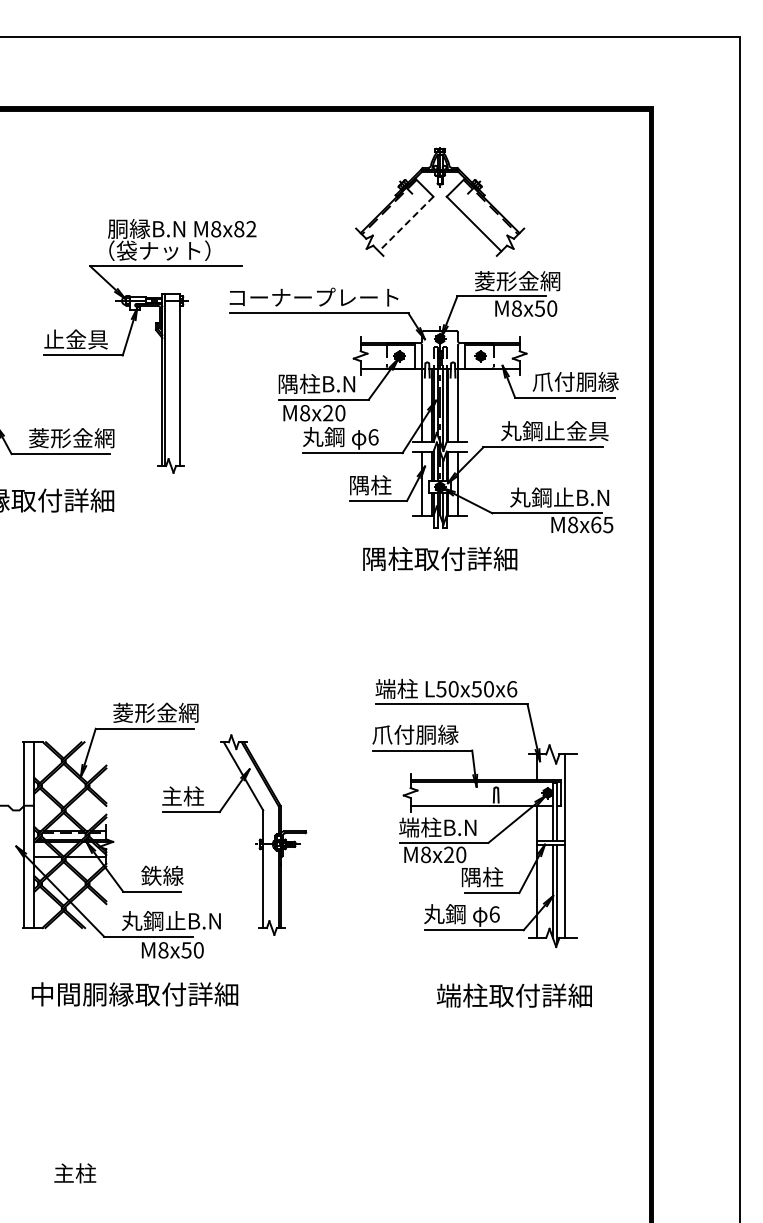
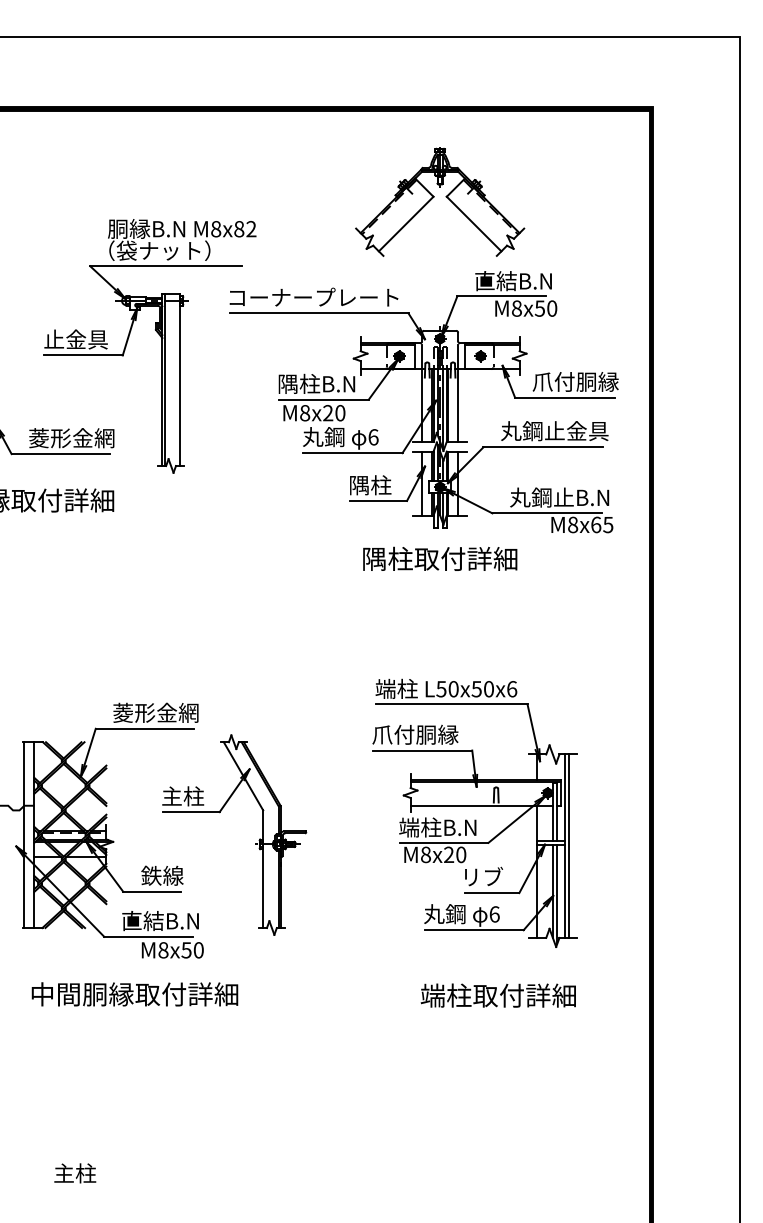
line at (406, 224): dashed -> solid
text at (517, 281): 菱形金網 -> 直結B.N
line at (568, 845): none -> present
text at (482, 876): 隅柱 -> リブ
text at (170, 921): 丸鋼止B.N -> 直結B.N
text at (513, 995) position: (513, 995) -> (497, 995)
